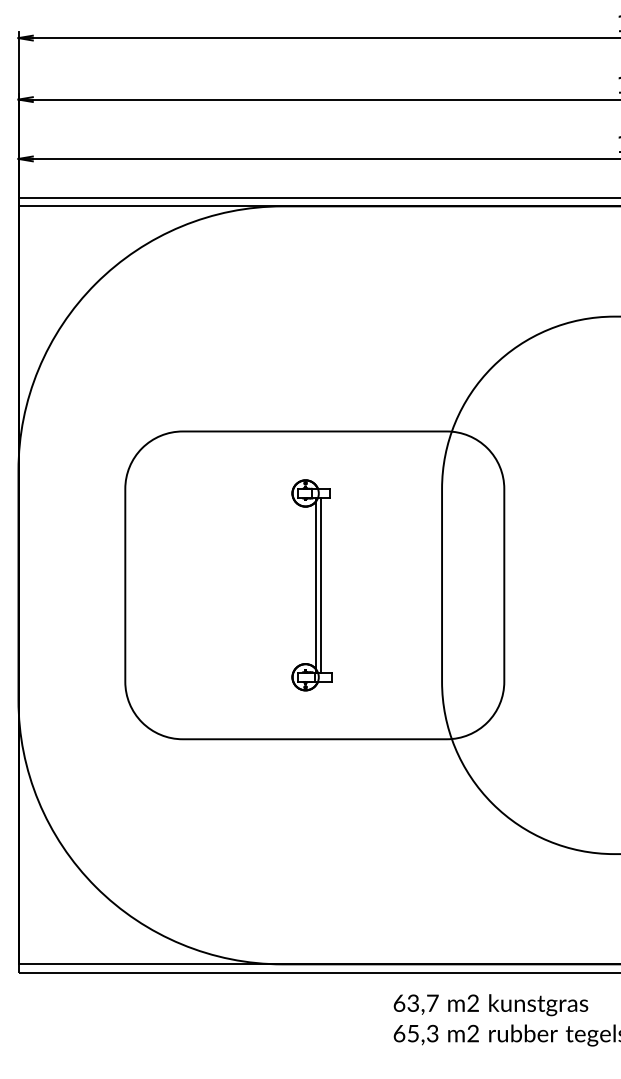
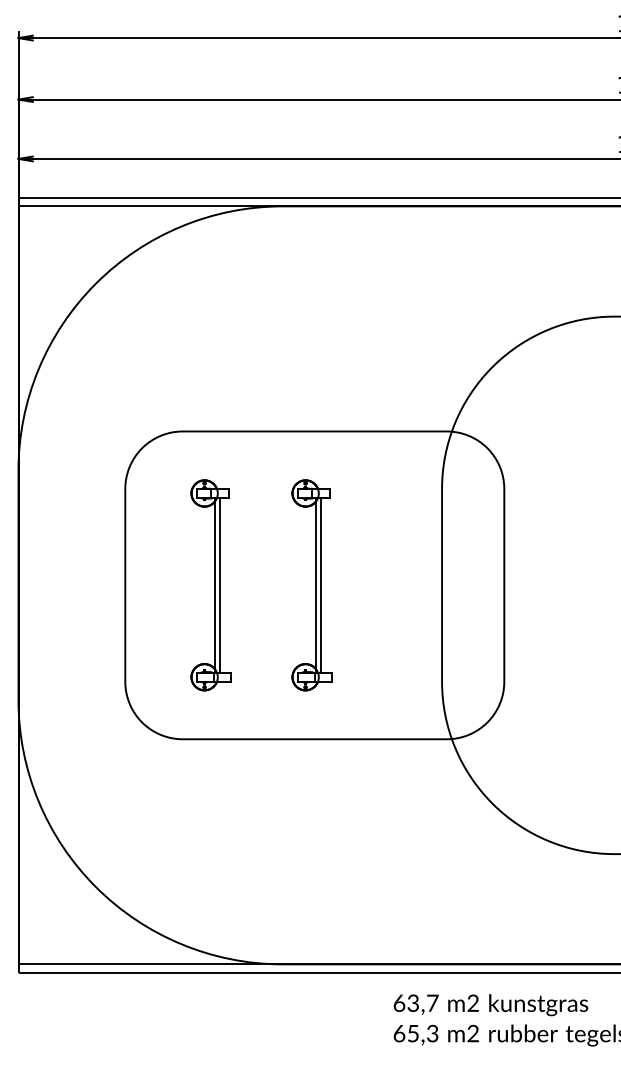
part at (210, 585): none -> present
